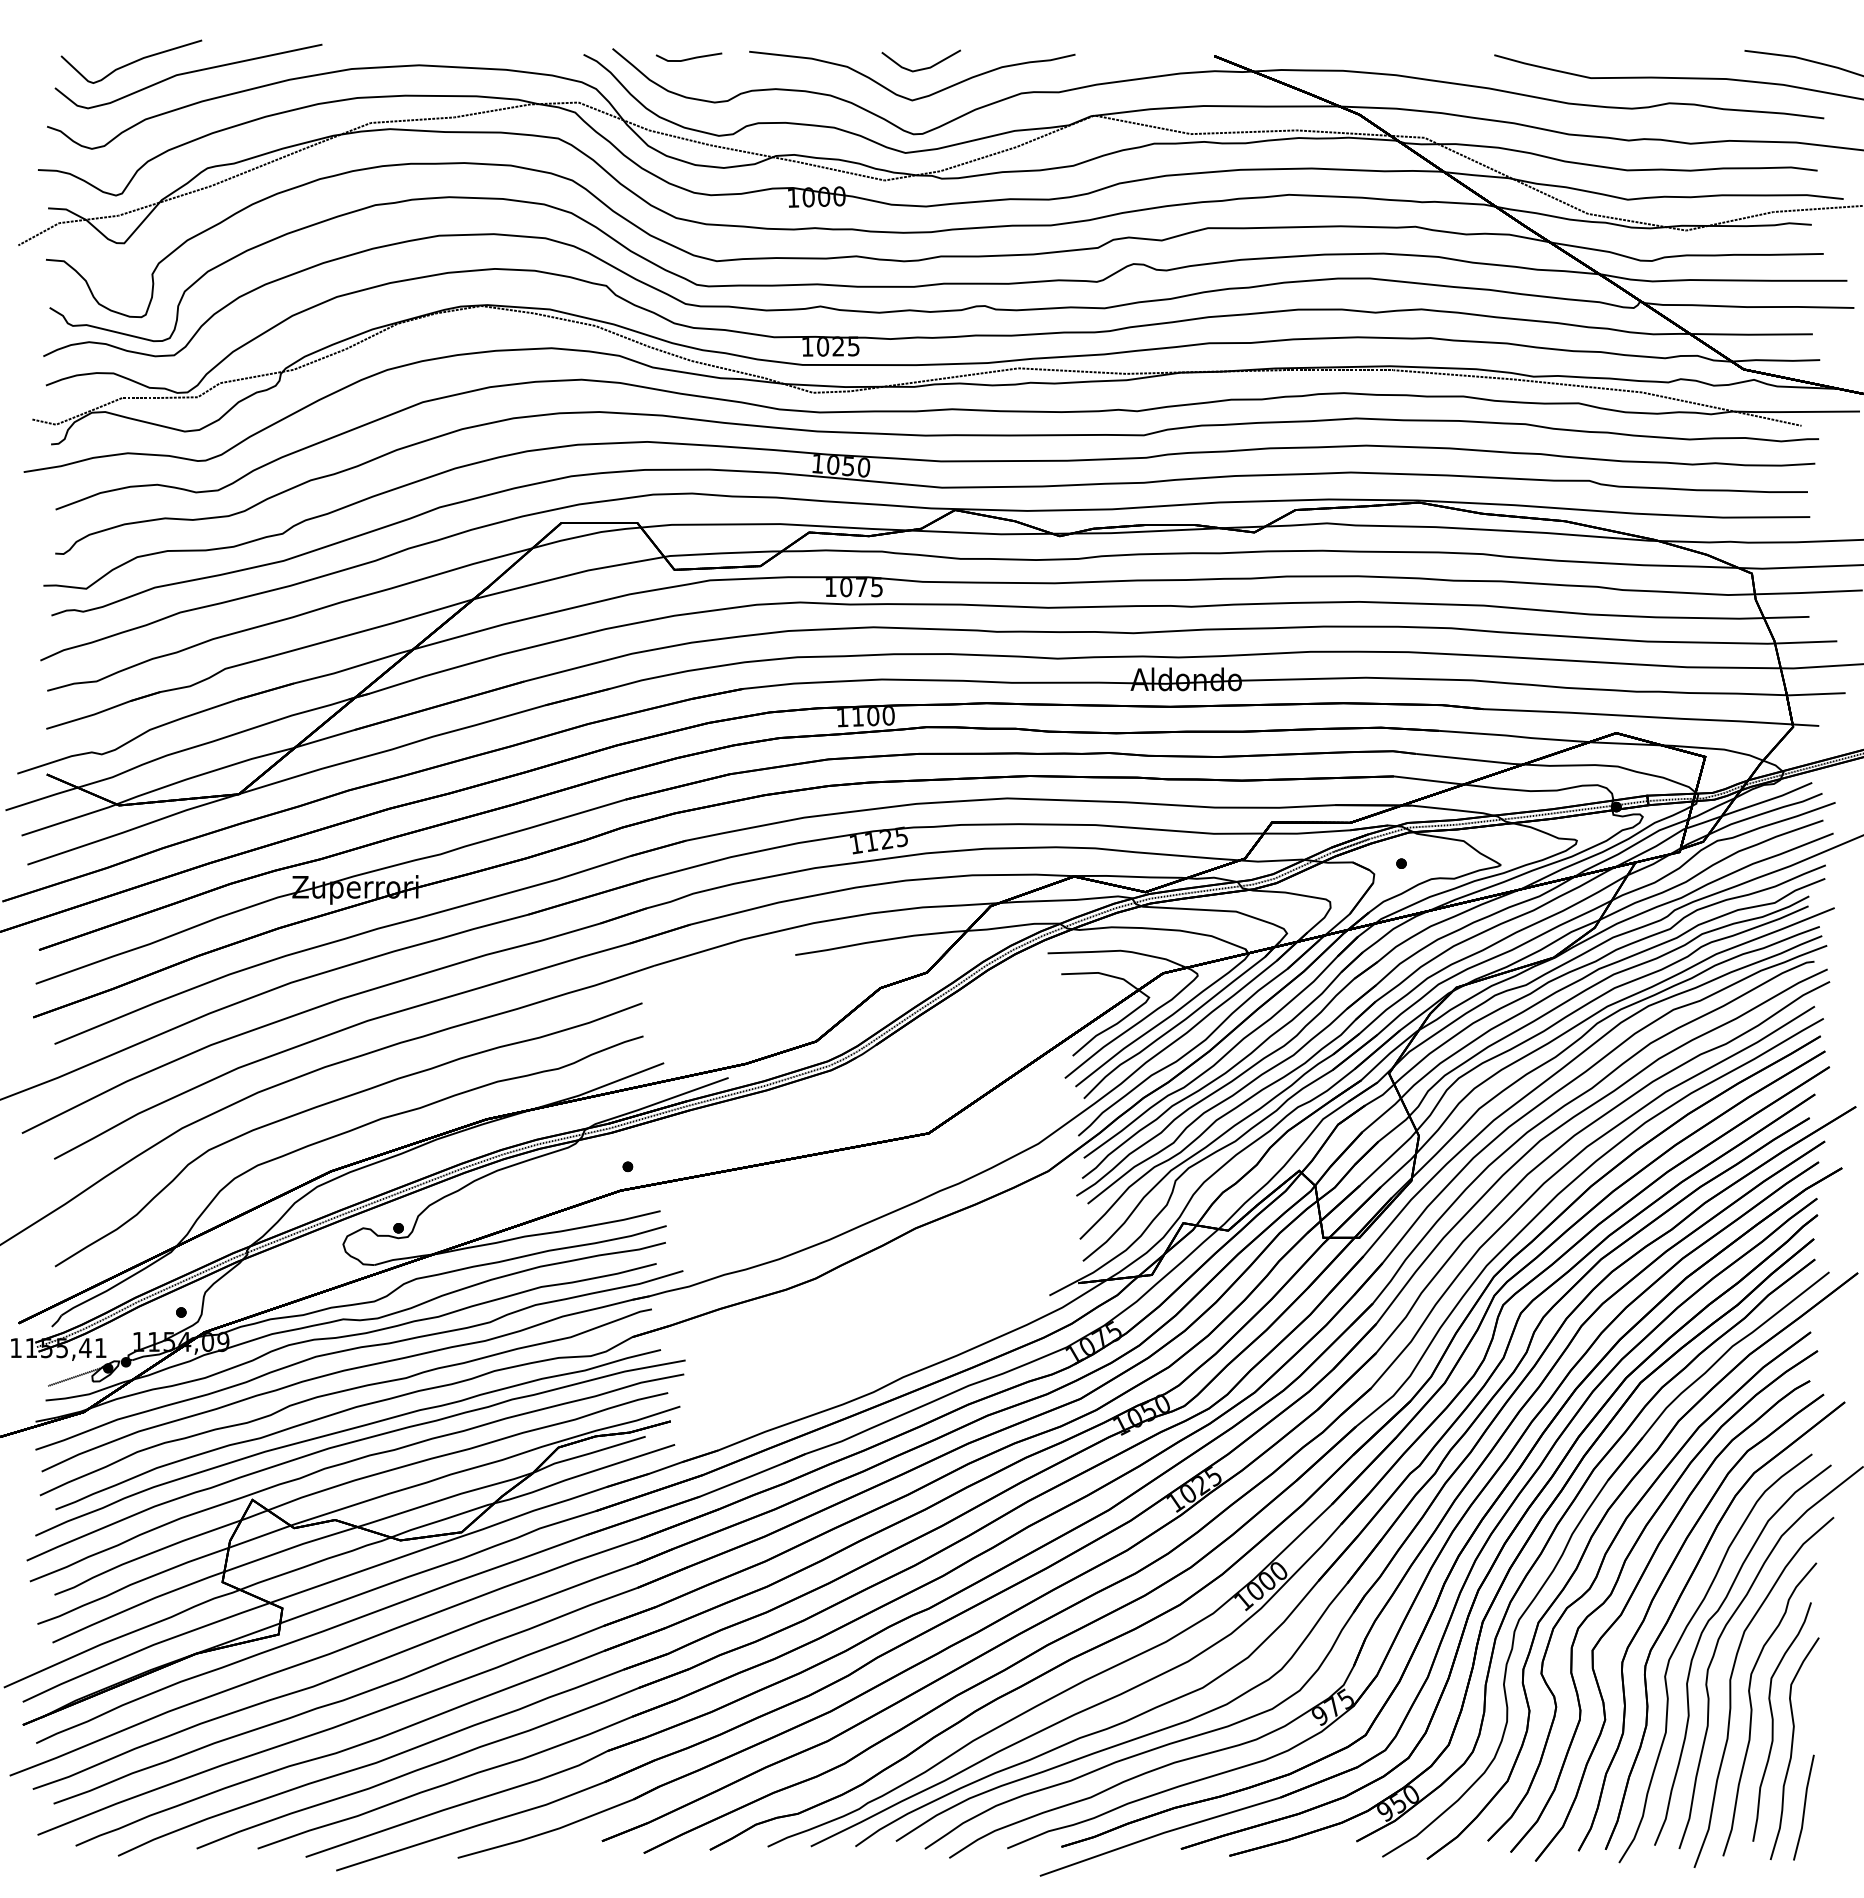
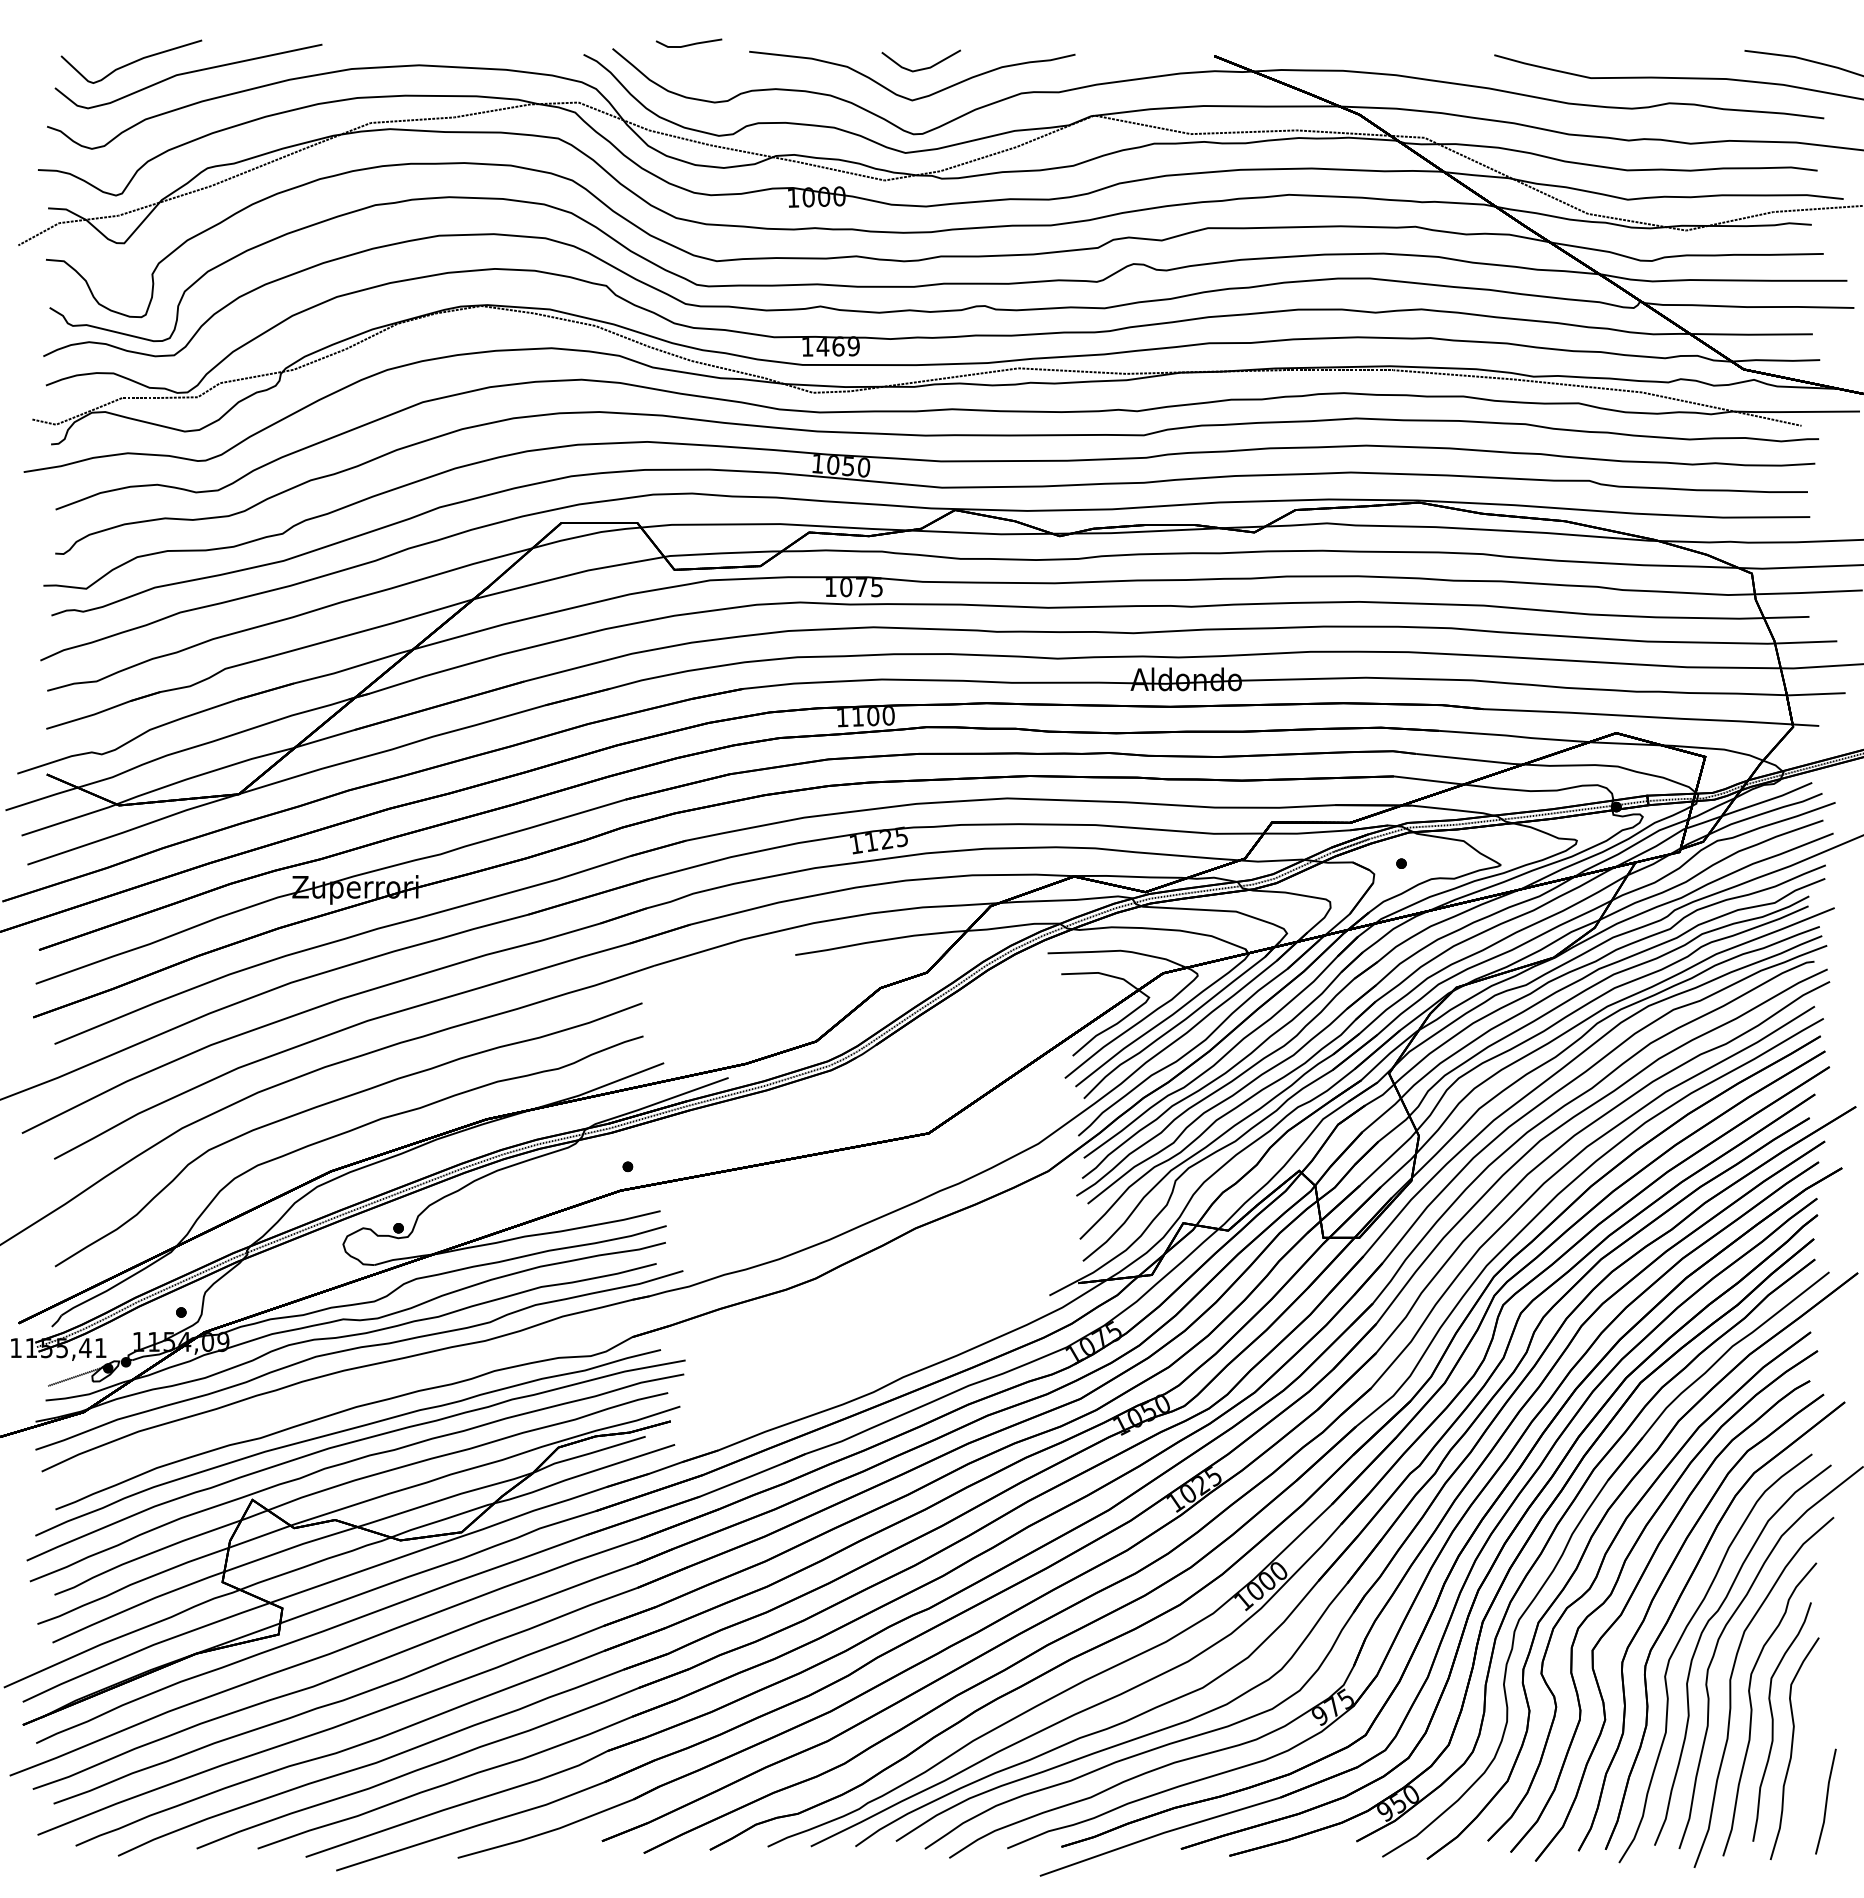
line at (688, 58) position: (688, 58) -> (688, 44)
text at (837, 346): 1025 -> 1469
curve at (342, 1392): present -> none
part at (1803, 1807) position: (1803, 1807) -> (1825, 1801)
